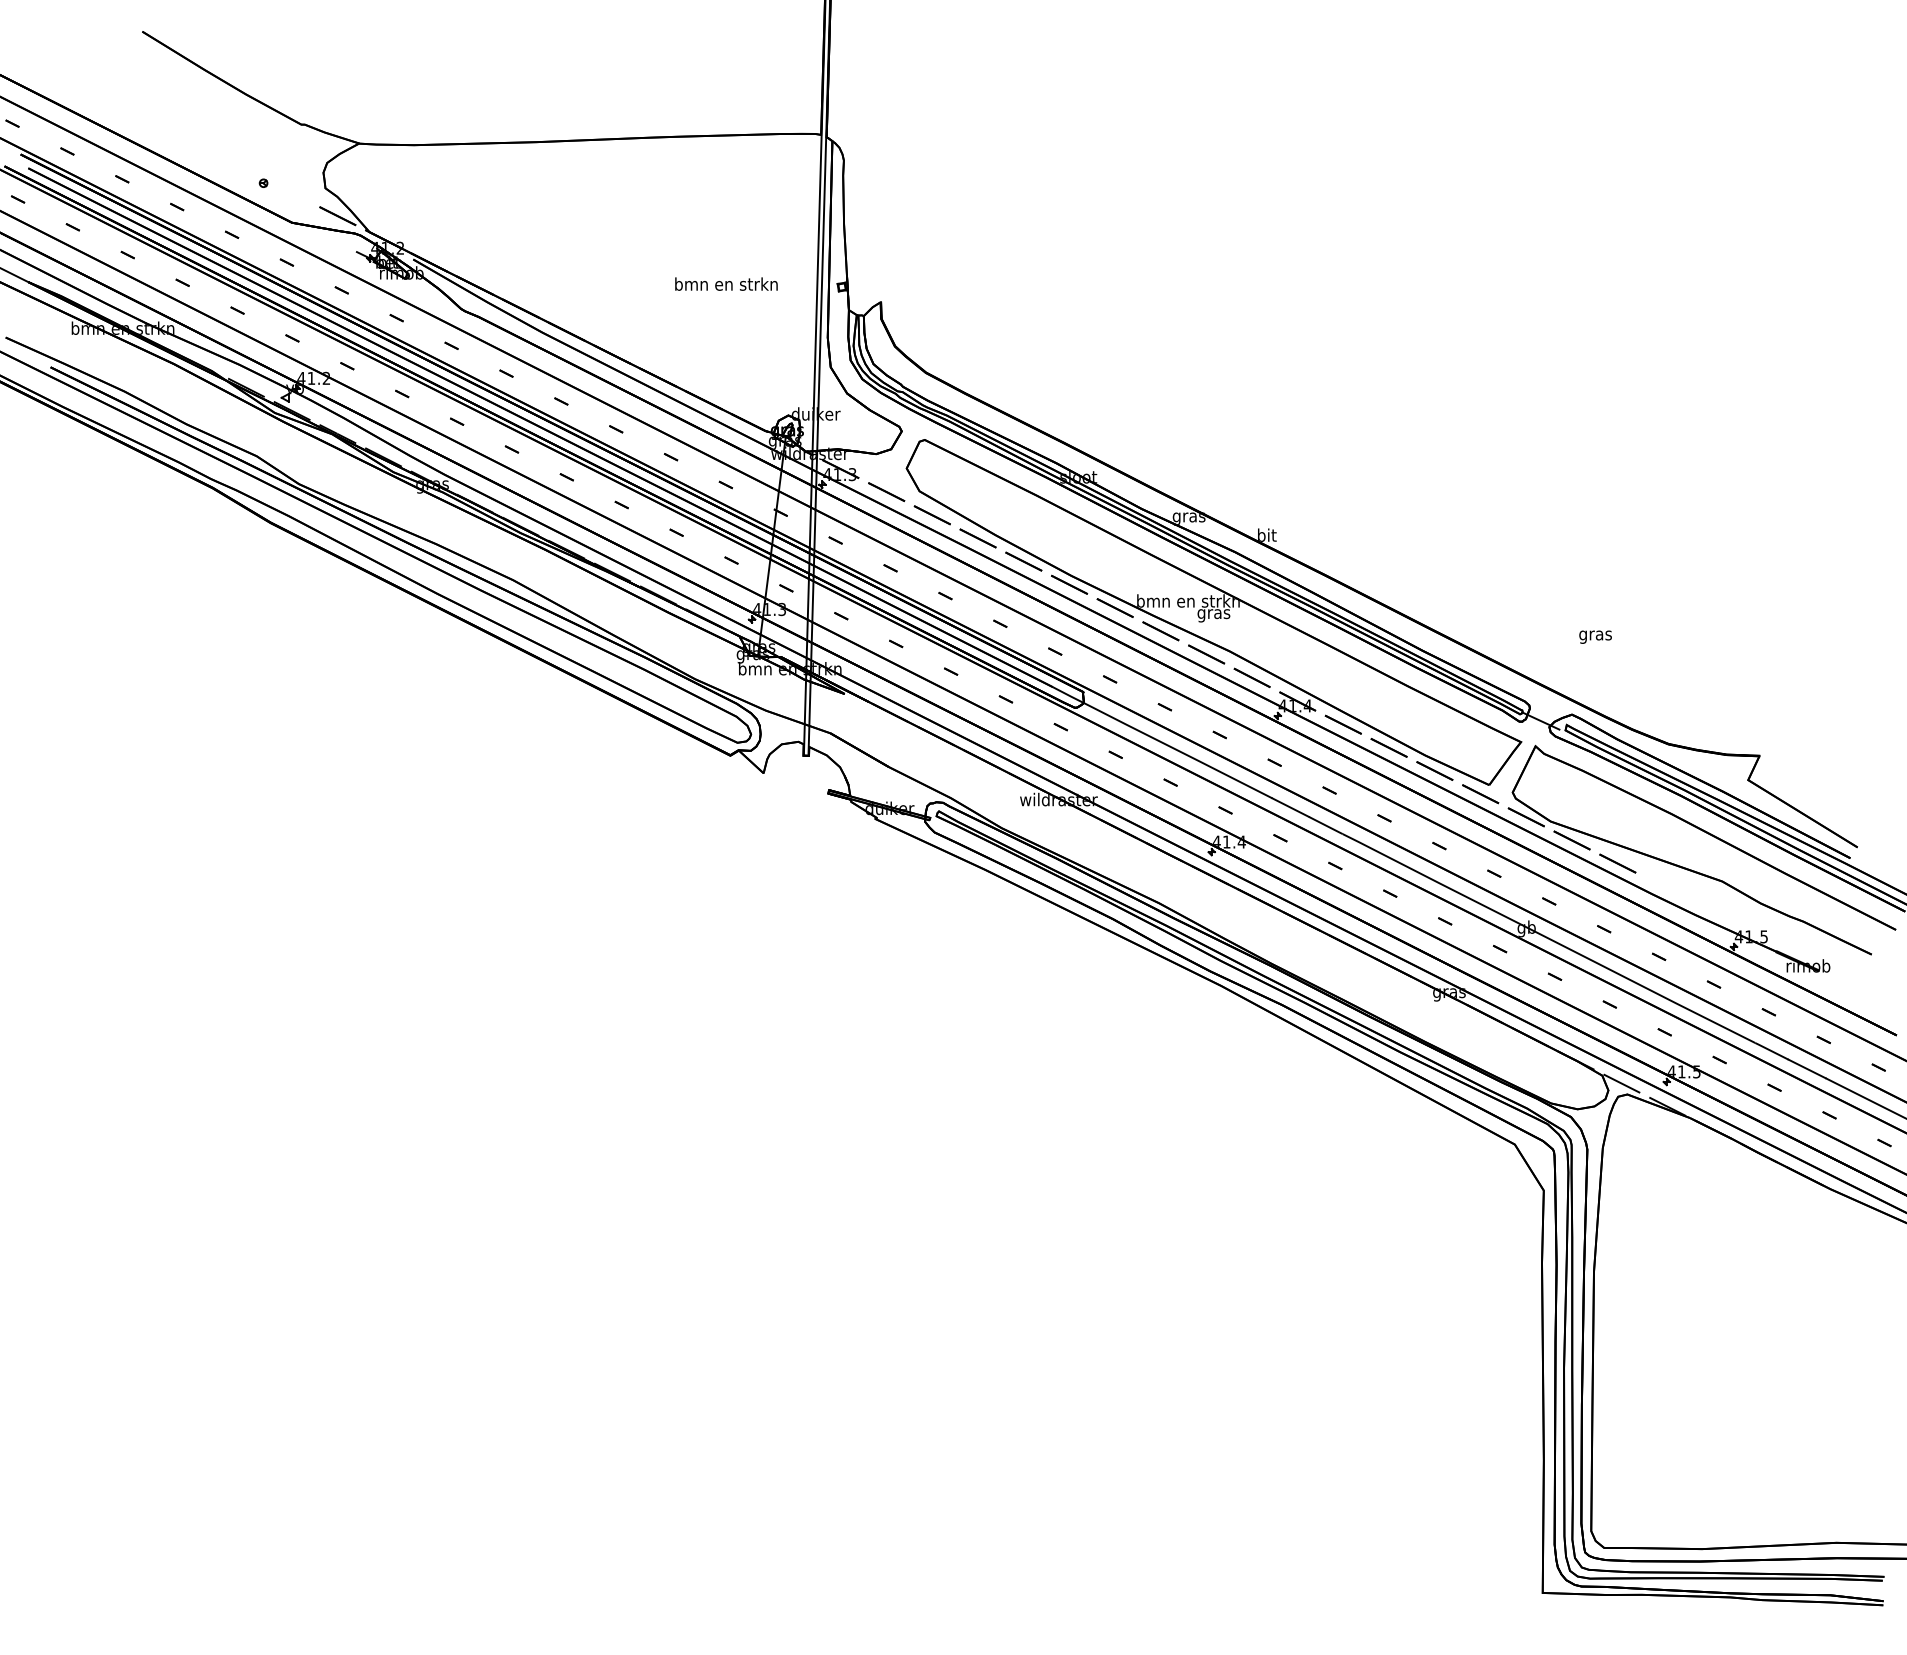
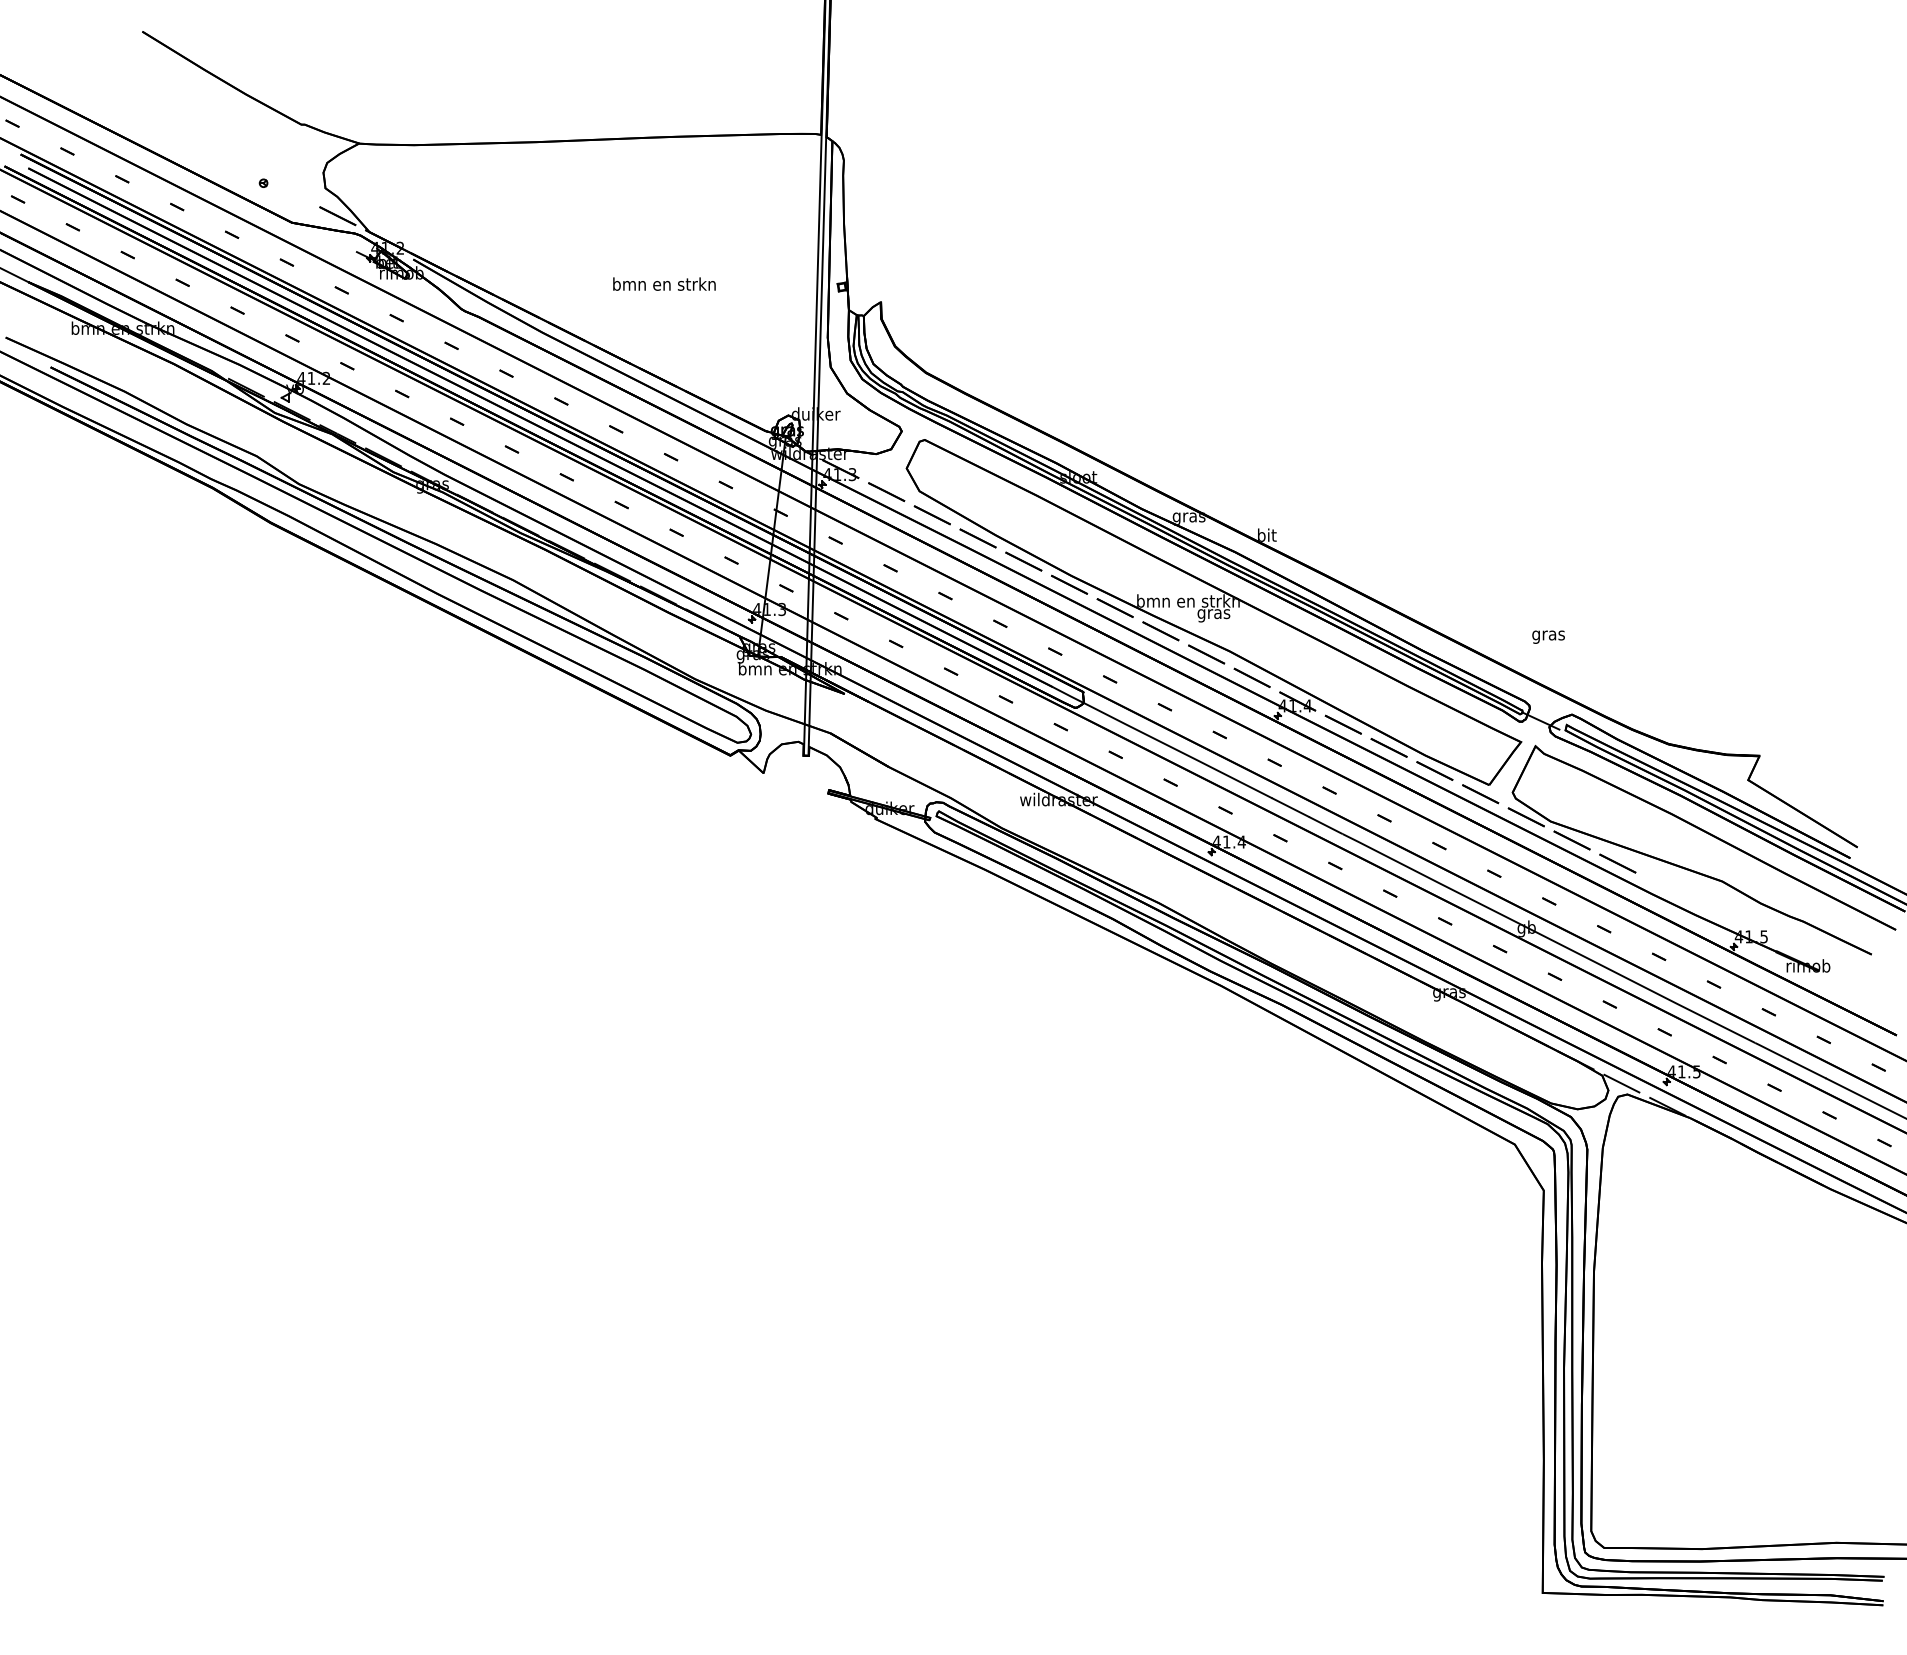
text at (726, 283) position: (726, 283) -> (664, 283)
text at (1595, 636) position: (1595, 636) -> (1548, 636)
